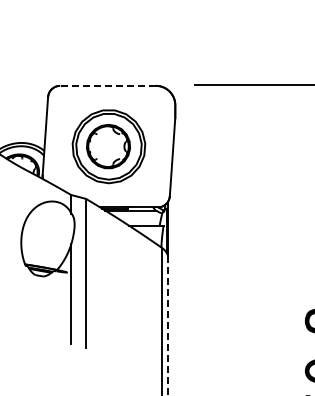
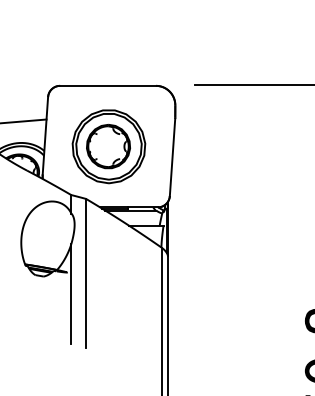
line at (108, 85): dashed -> solid
line at (24, 121): none -> present
line at (167, 326): dashed -> solid
